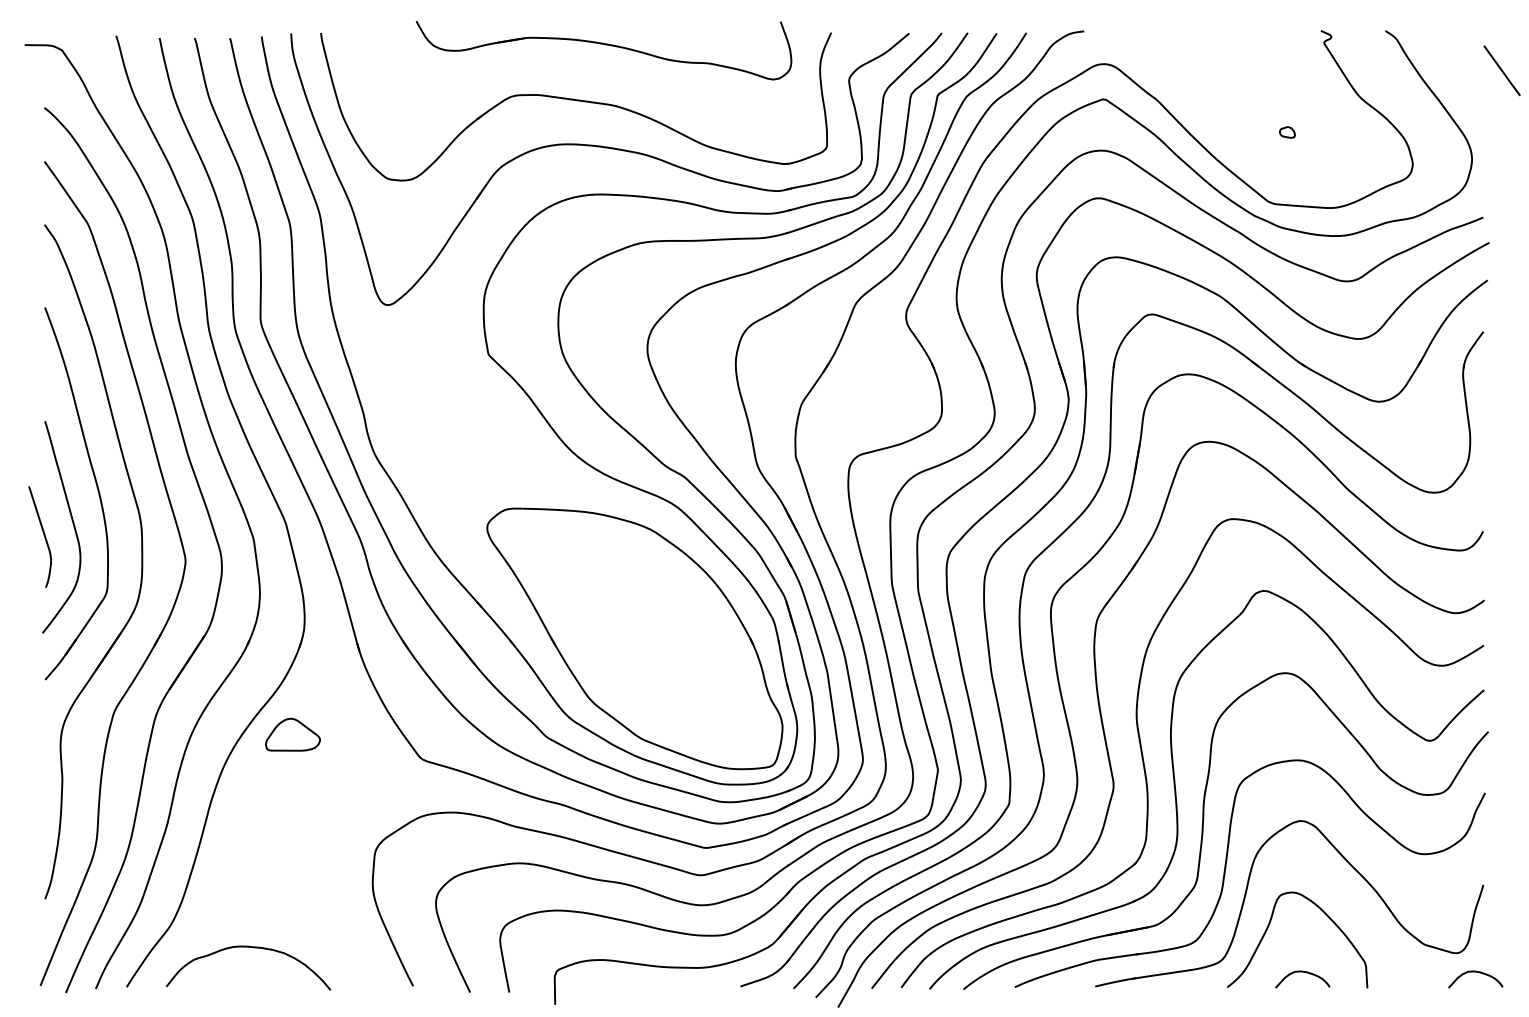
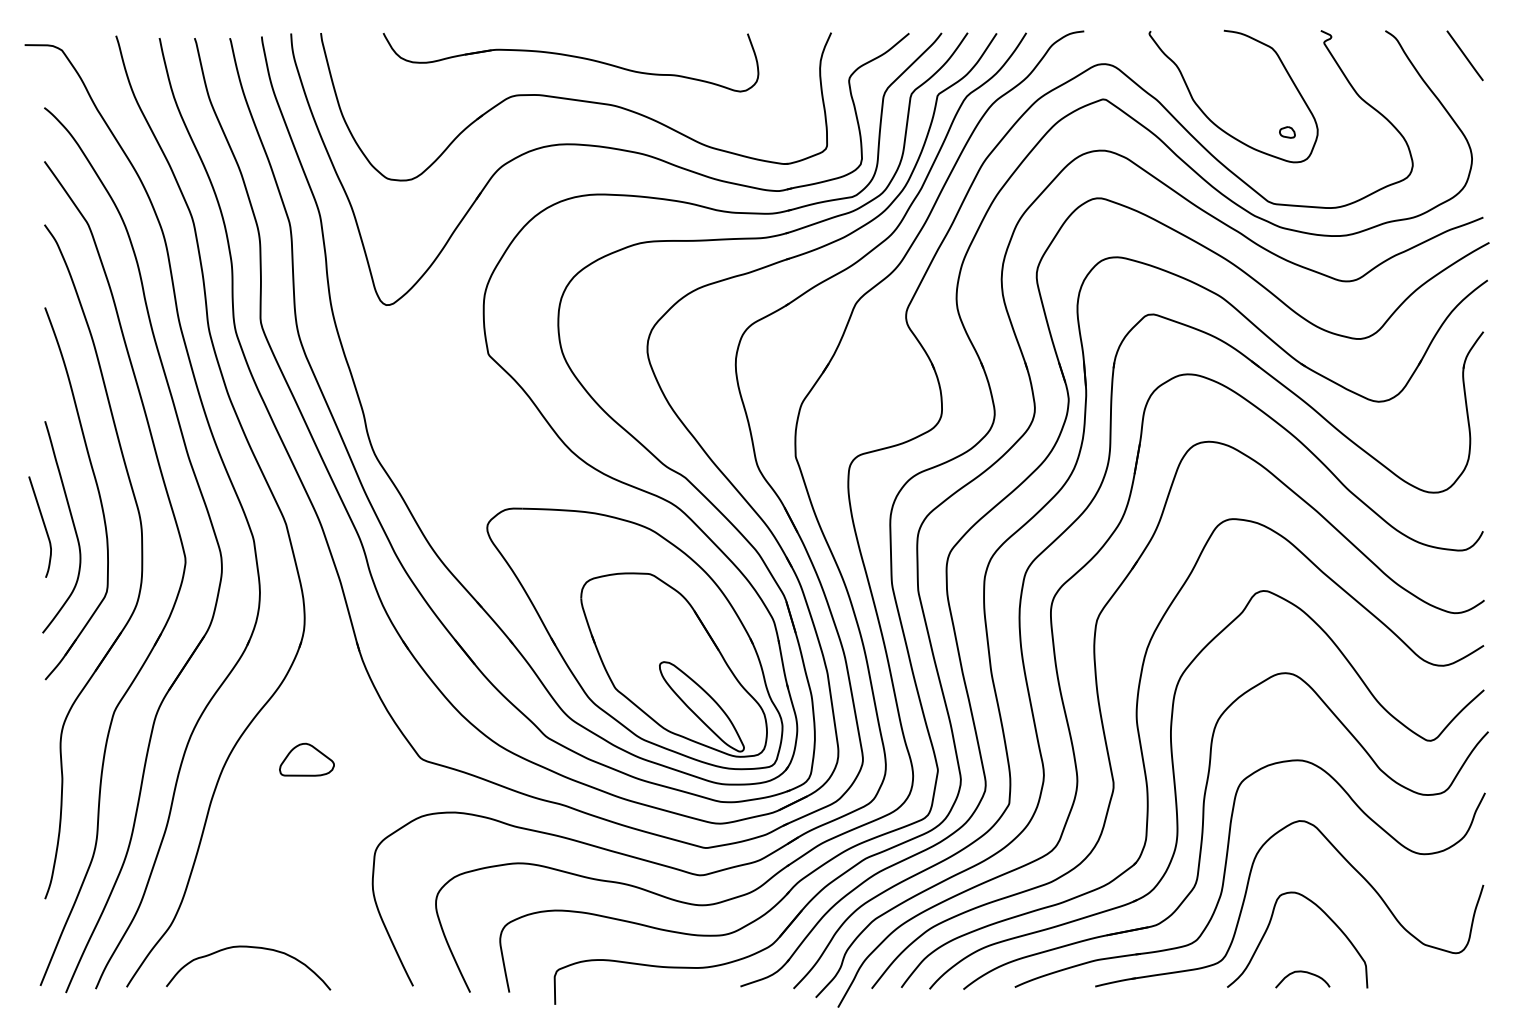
part at (603, 50) position: (603, 50) -> (570, 62)
line at (1501, 70) position: (1501, 70) -> (1464, 55)
curve at (1213, 121): none -> present
curve at (43, 535) position: (43, 535) -> (43, 525)
part at (673, 664): none -> present
part at (292, 734) position: (292, 734) -> (306, 759)
curve at (1475, 972): present -> none
